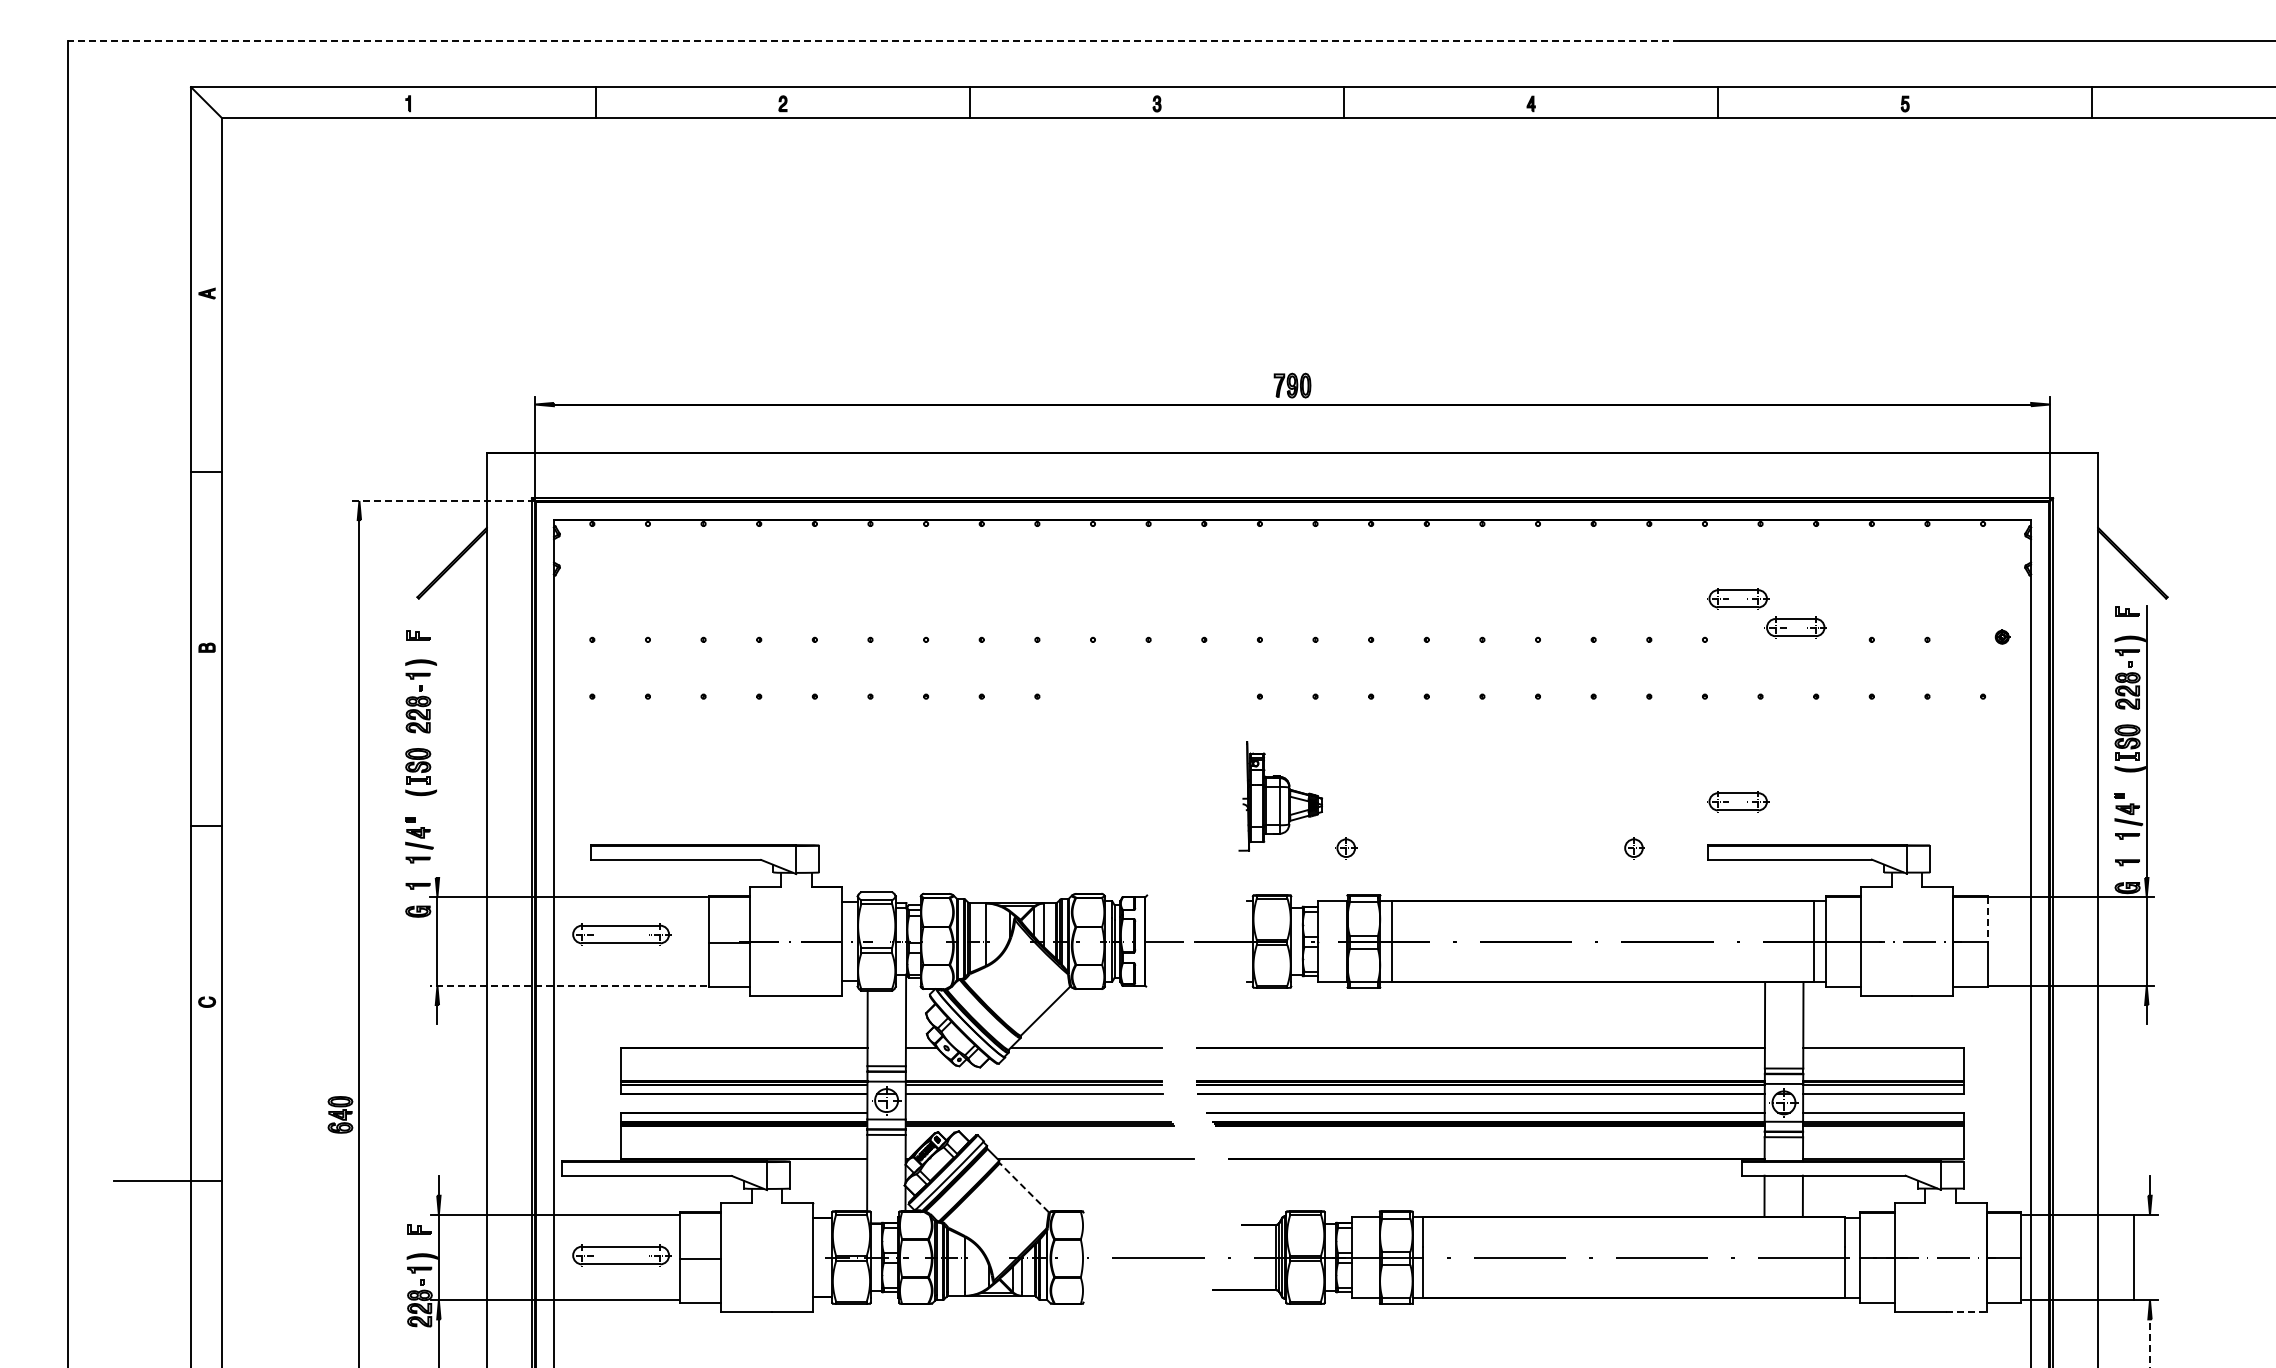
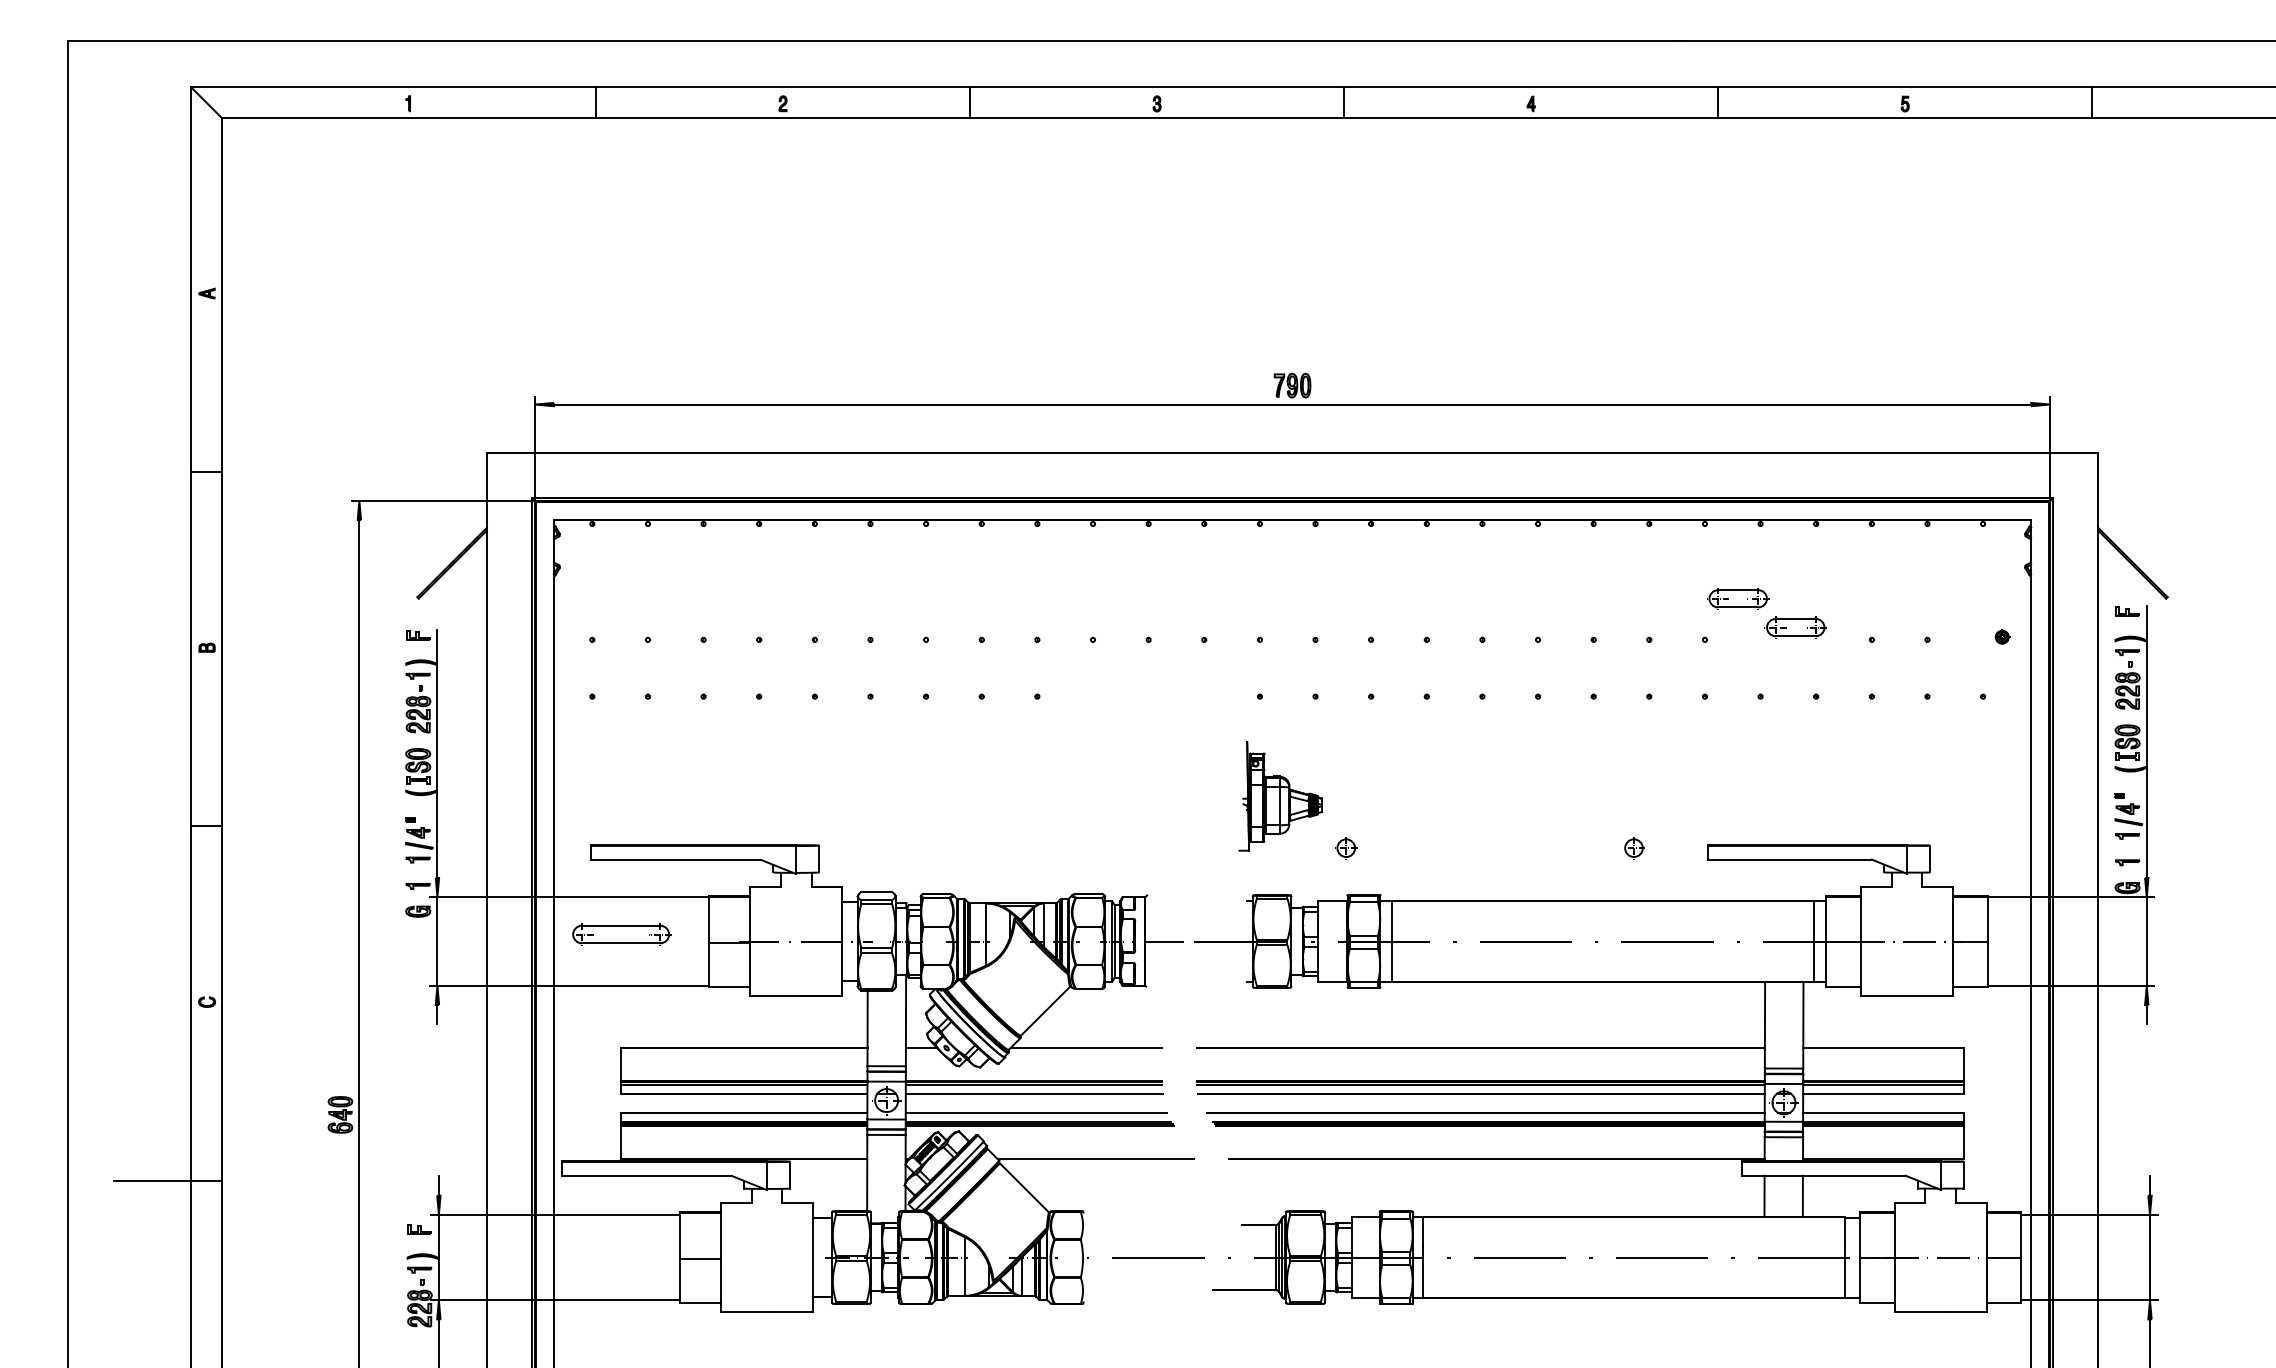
line at (873, 41): dashed -> solid
line at (443, 501): dashed -> solid
line at (437, 753): none -> present
part at (1738, 801): present -> none
line at (1987, 919): dashed -> solid
line at (567, 985): dashed -> solid
line at (1036, 1112): none -> present
line at (1024, 1187): dashed -> solid
part at (621, 1255): present -> none
line at (2133, 1257) position: (2133, 1257) -> (2149, 1257)
line at (1966, 1312): dashed -> solid
line at (2149, 1343): dashed -> solid
